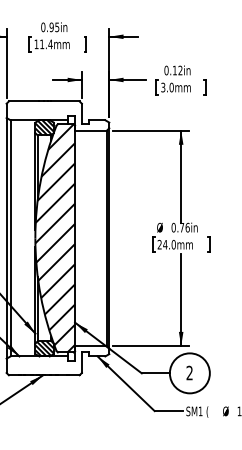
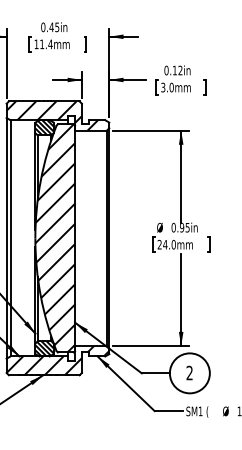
text at (51, 27): 0.95in -> 0.45in
hatch at (51, 115): none -> present
text at (184, 227): 0.76in -> 0.95in
hatch at (57, 360): none -> present
